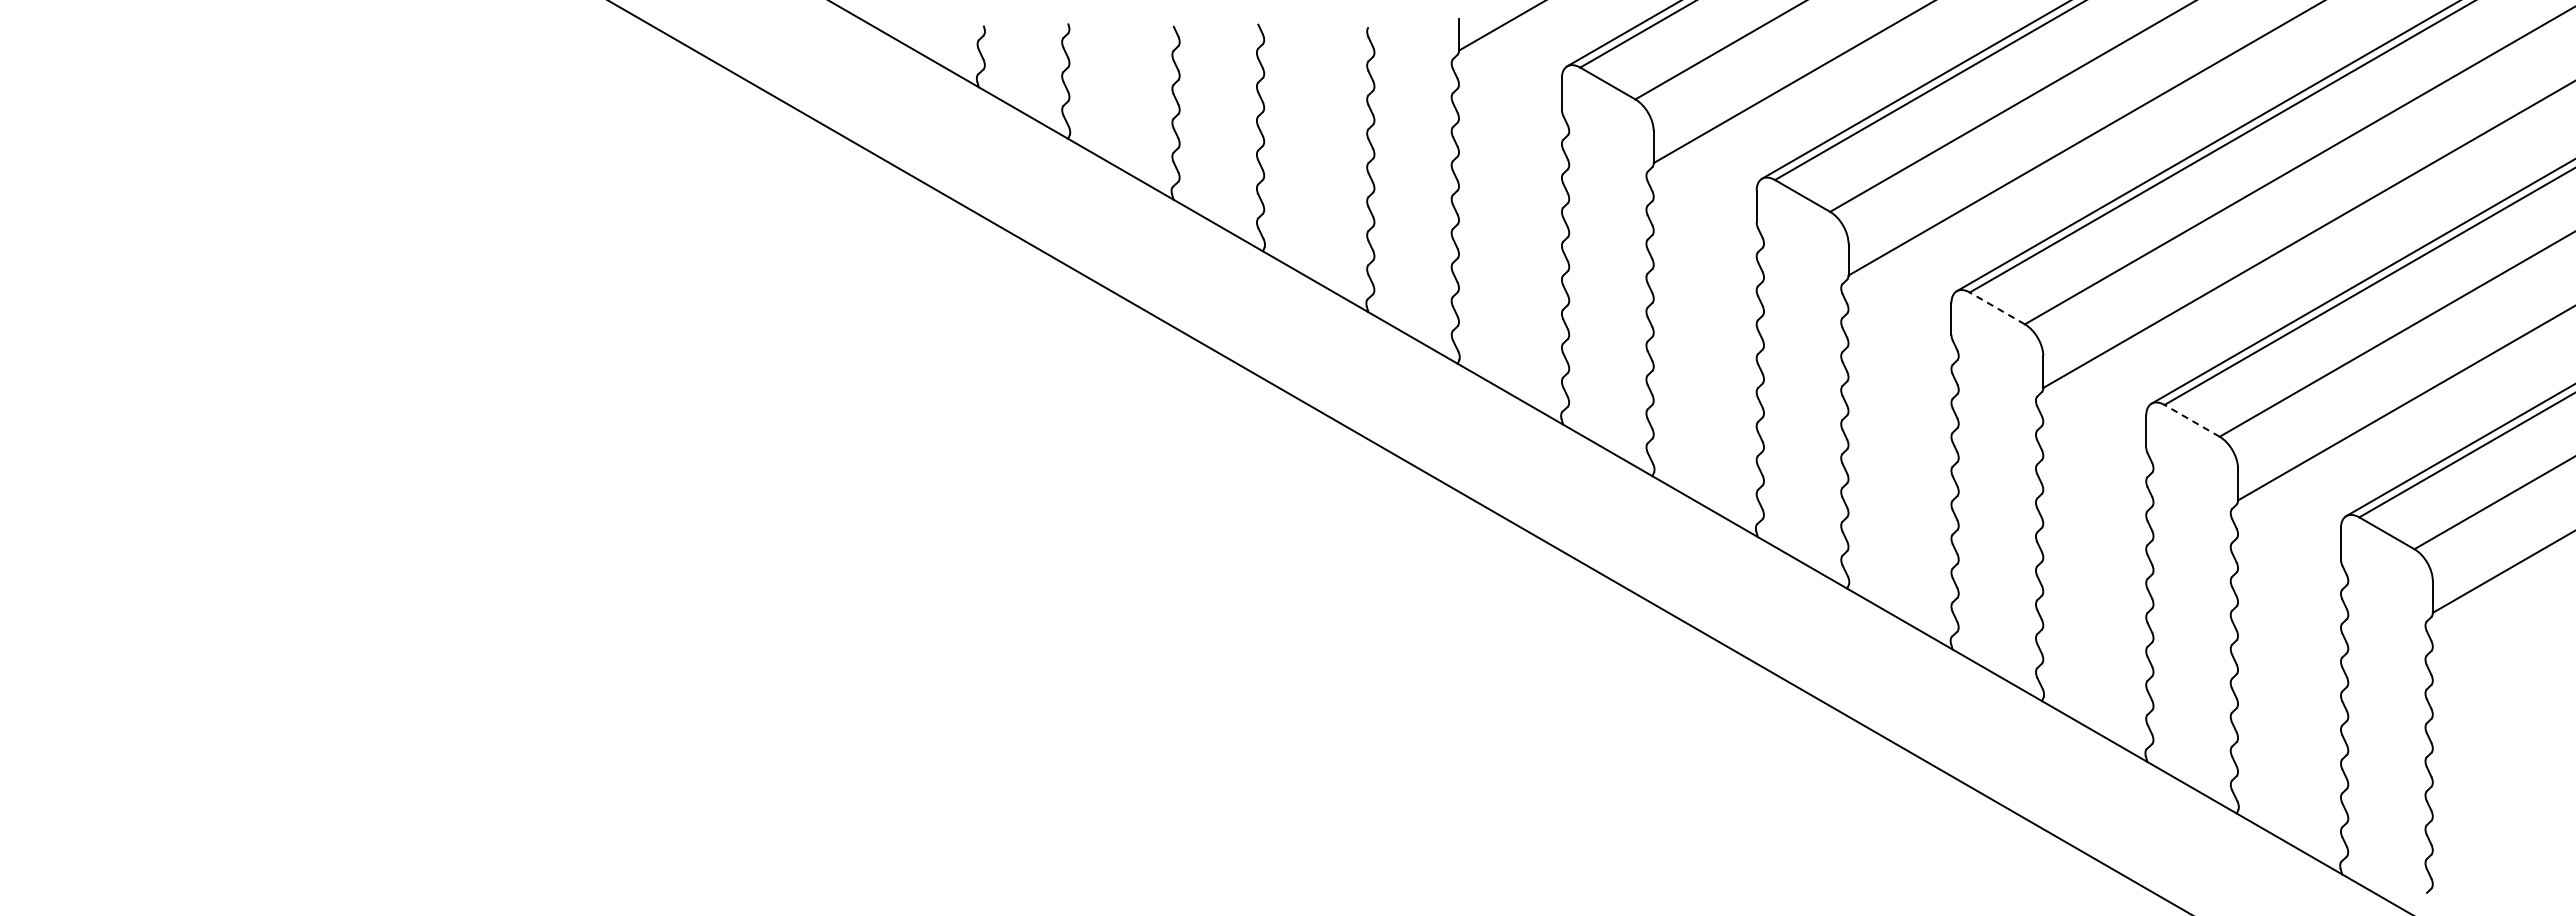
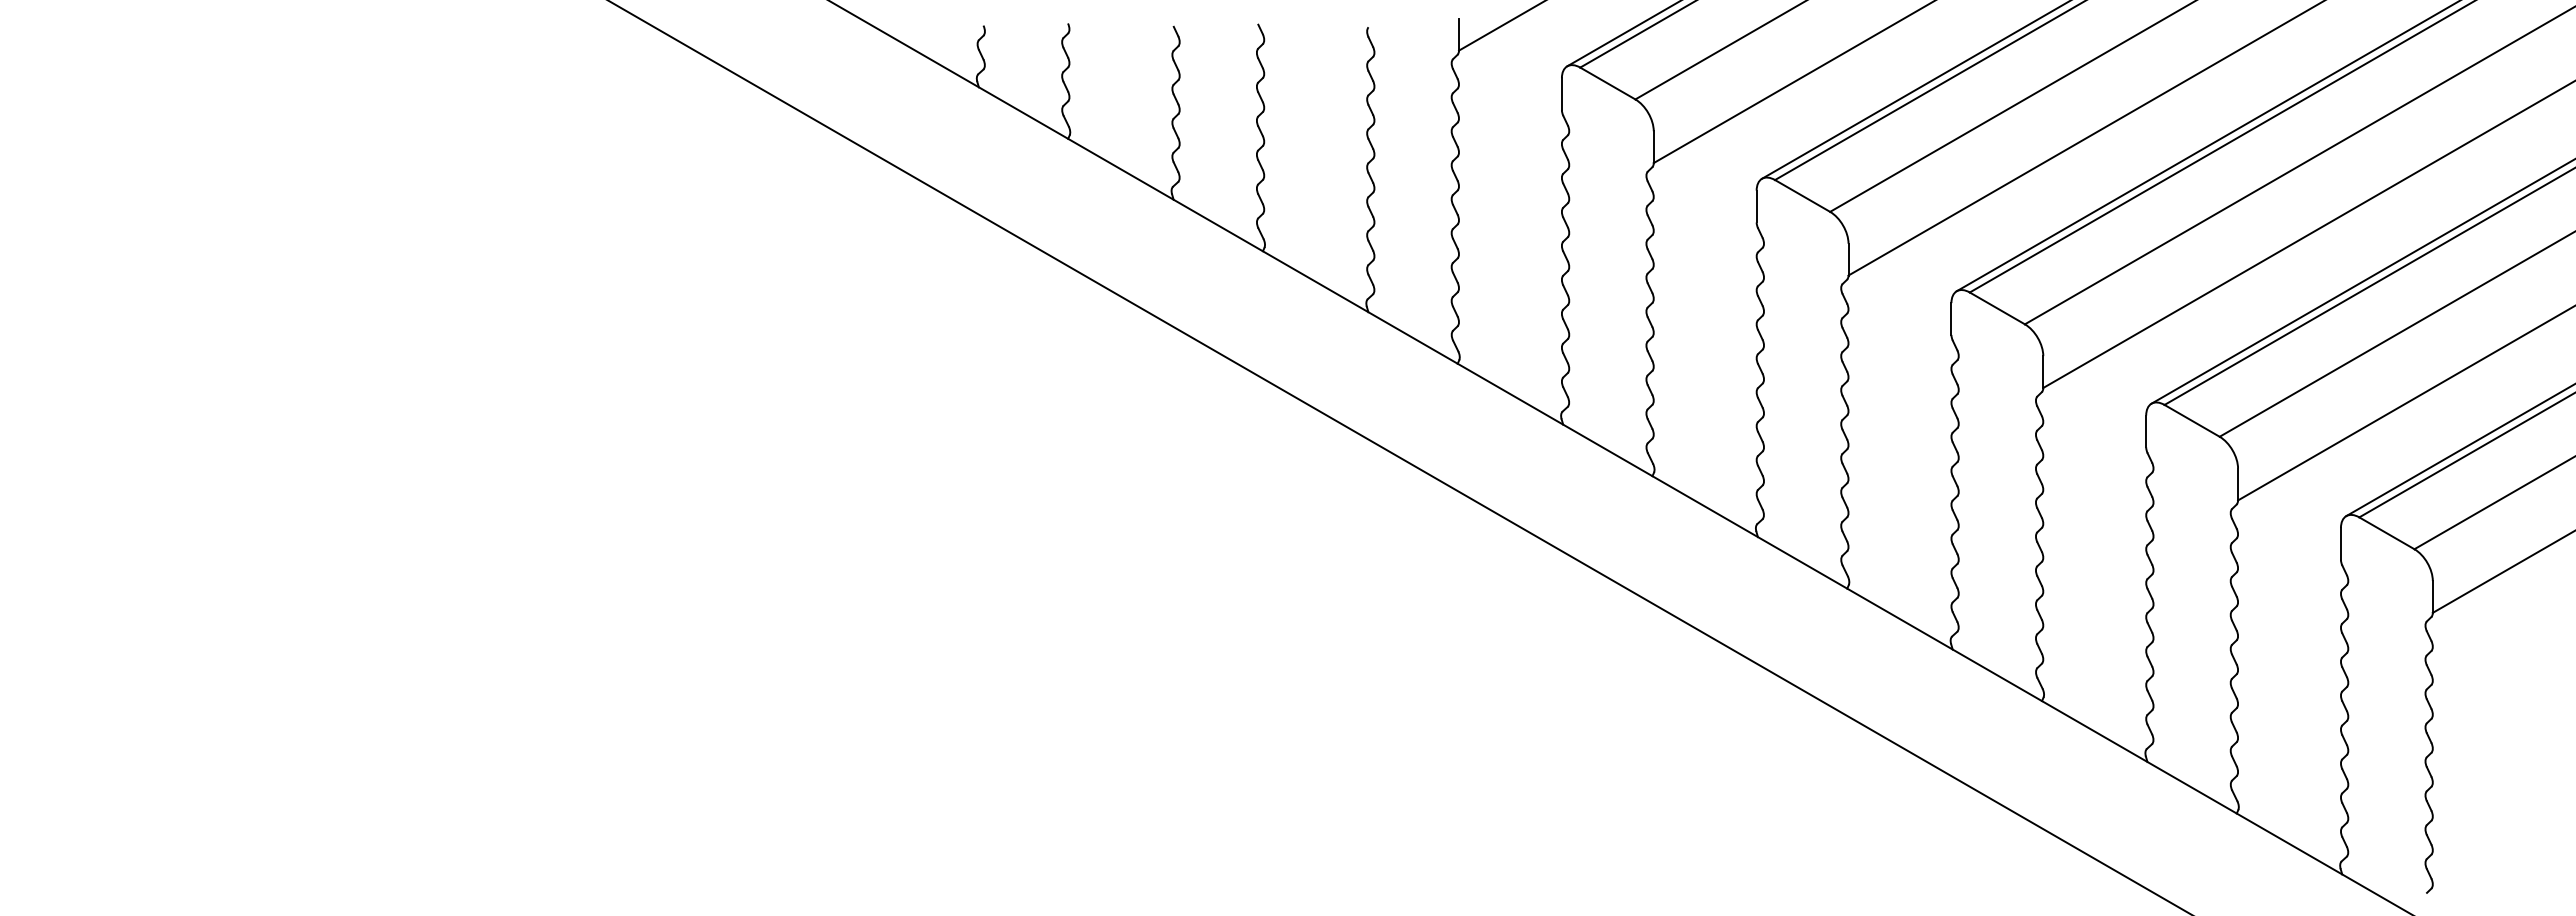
line at (1997, 308): dashed -> solid
line at (2192, 420): dashed -> solid
